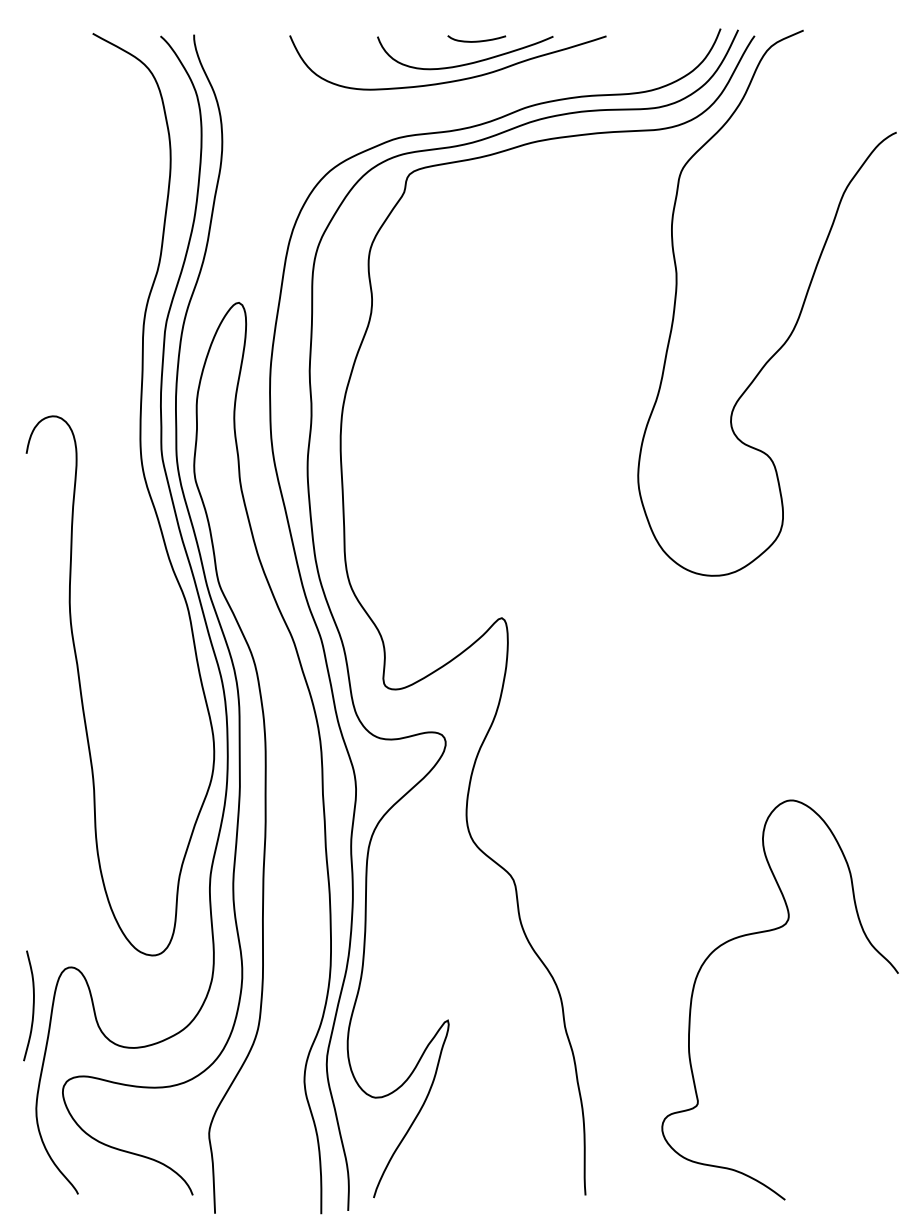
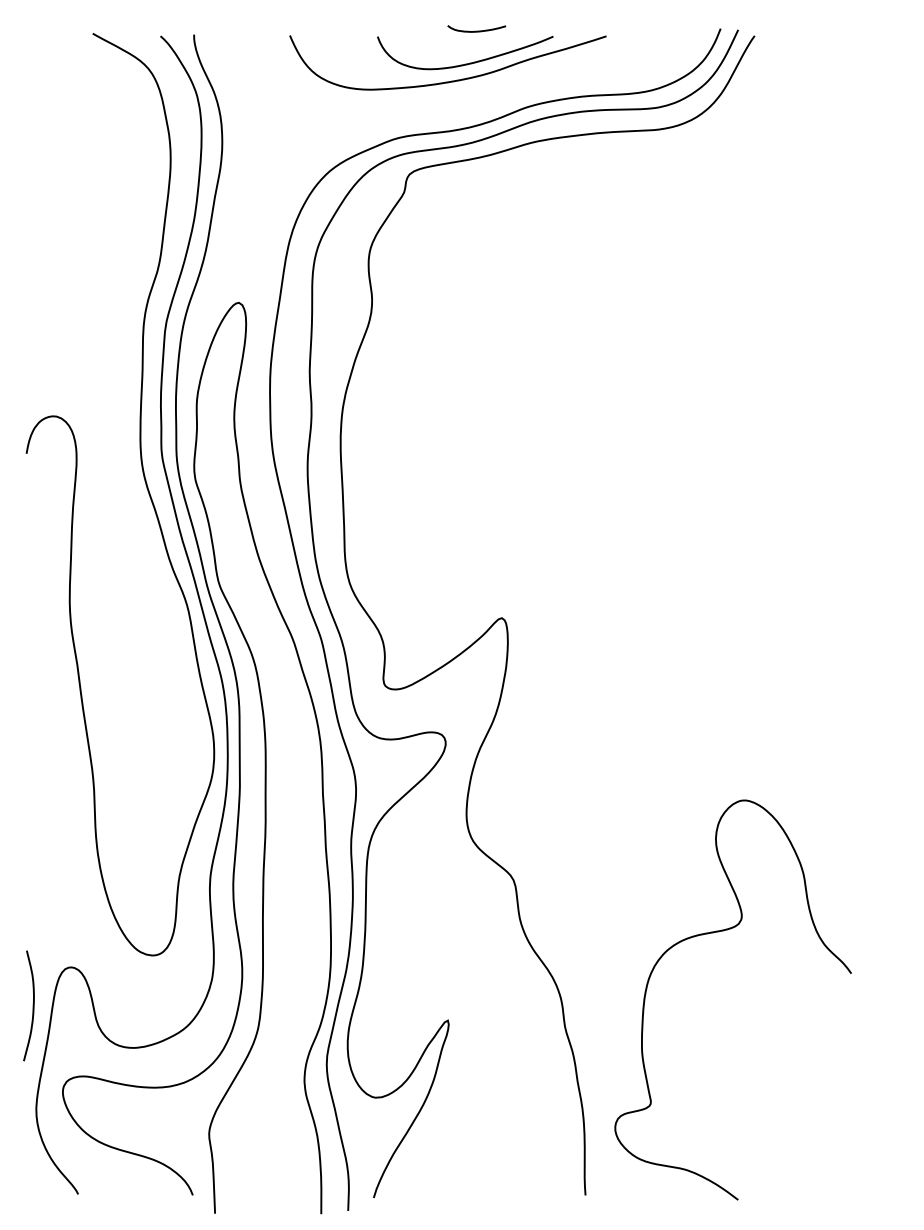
curve at (476, 40) position: (476, 40) -> (476, 30)
curve at (799, 312): present -> none
curve at (766, 932) position: (766, 932) -> (719, 932)
